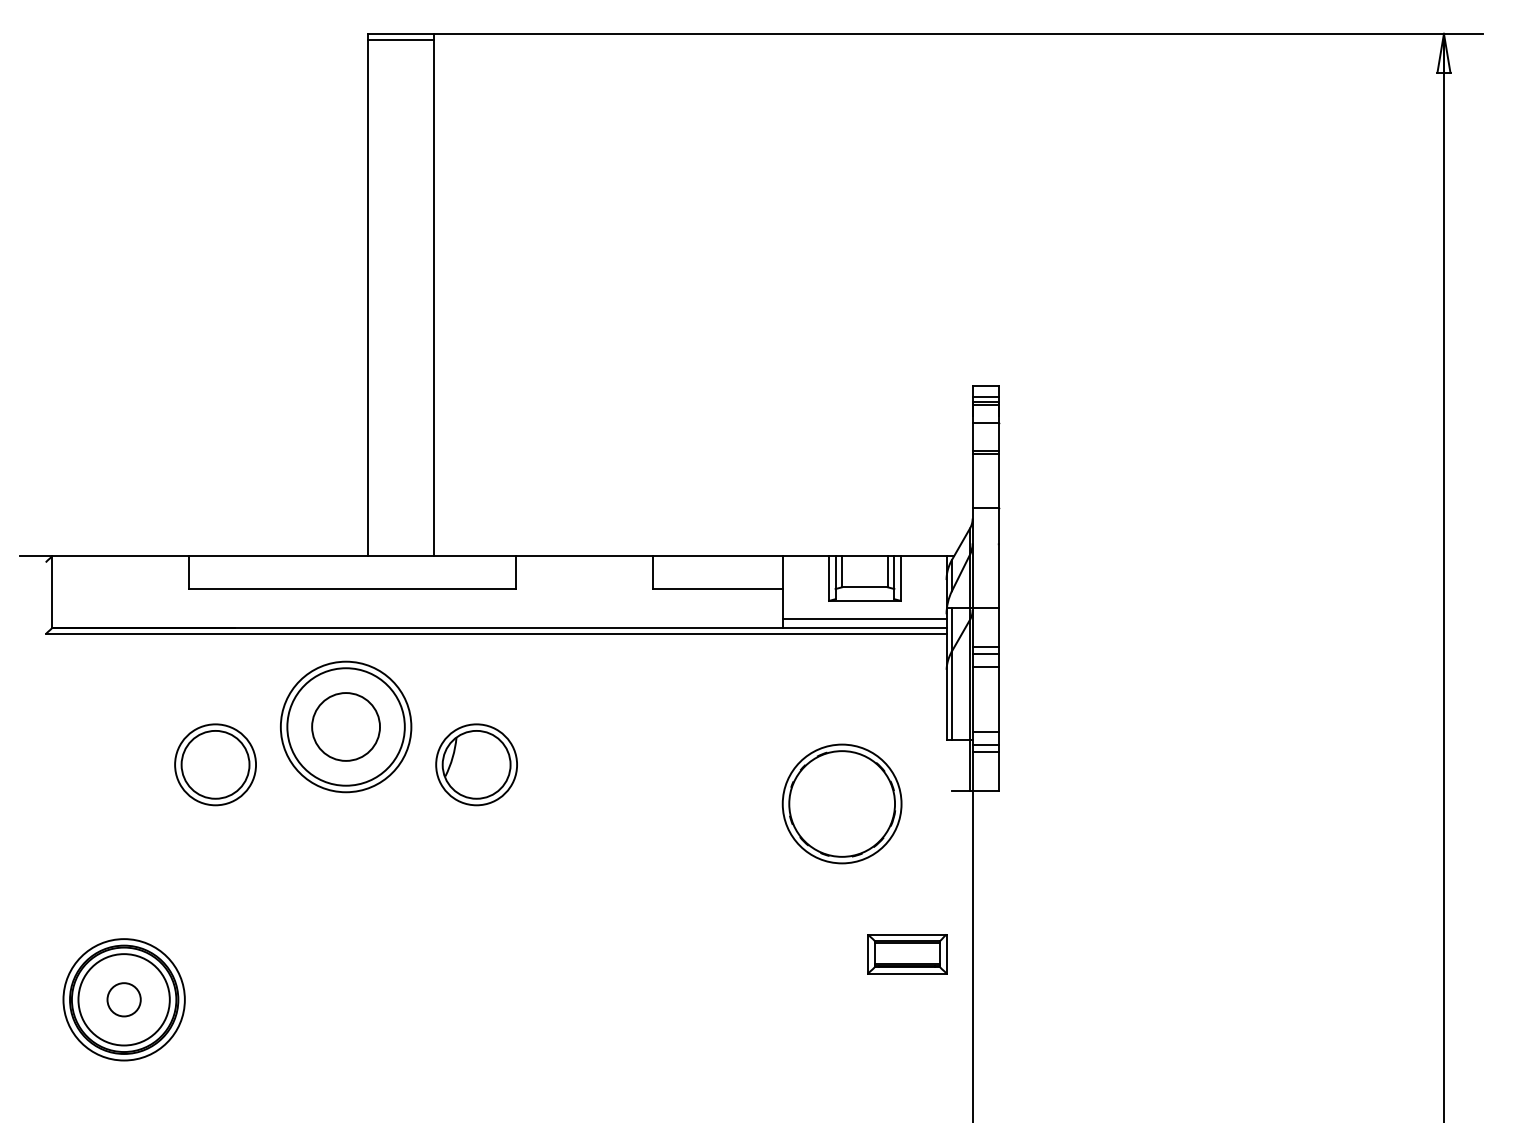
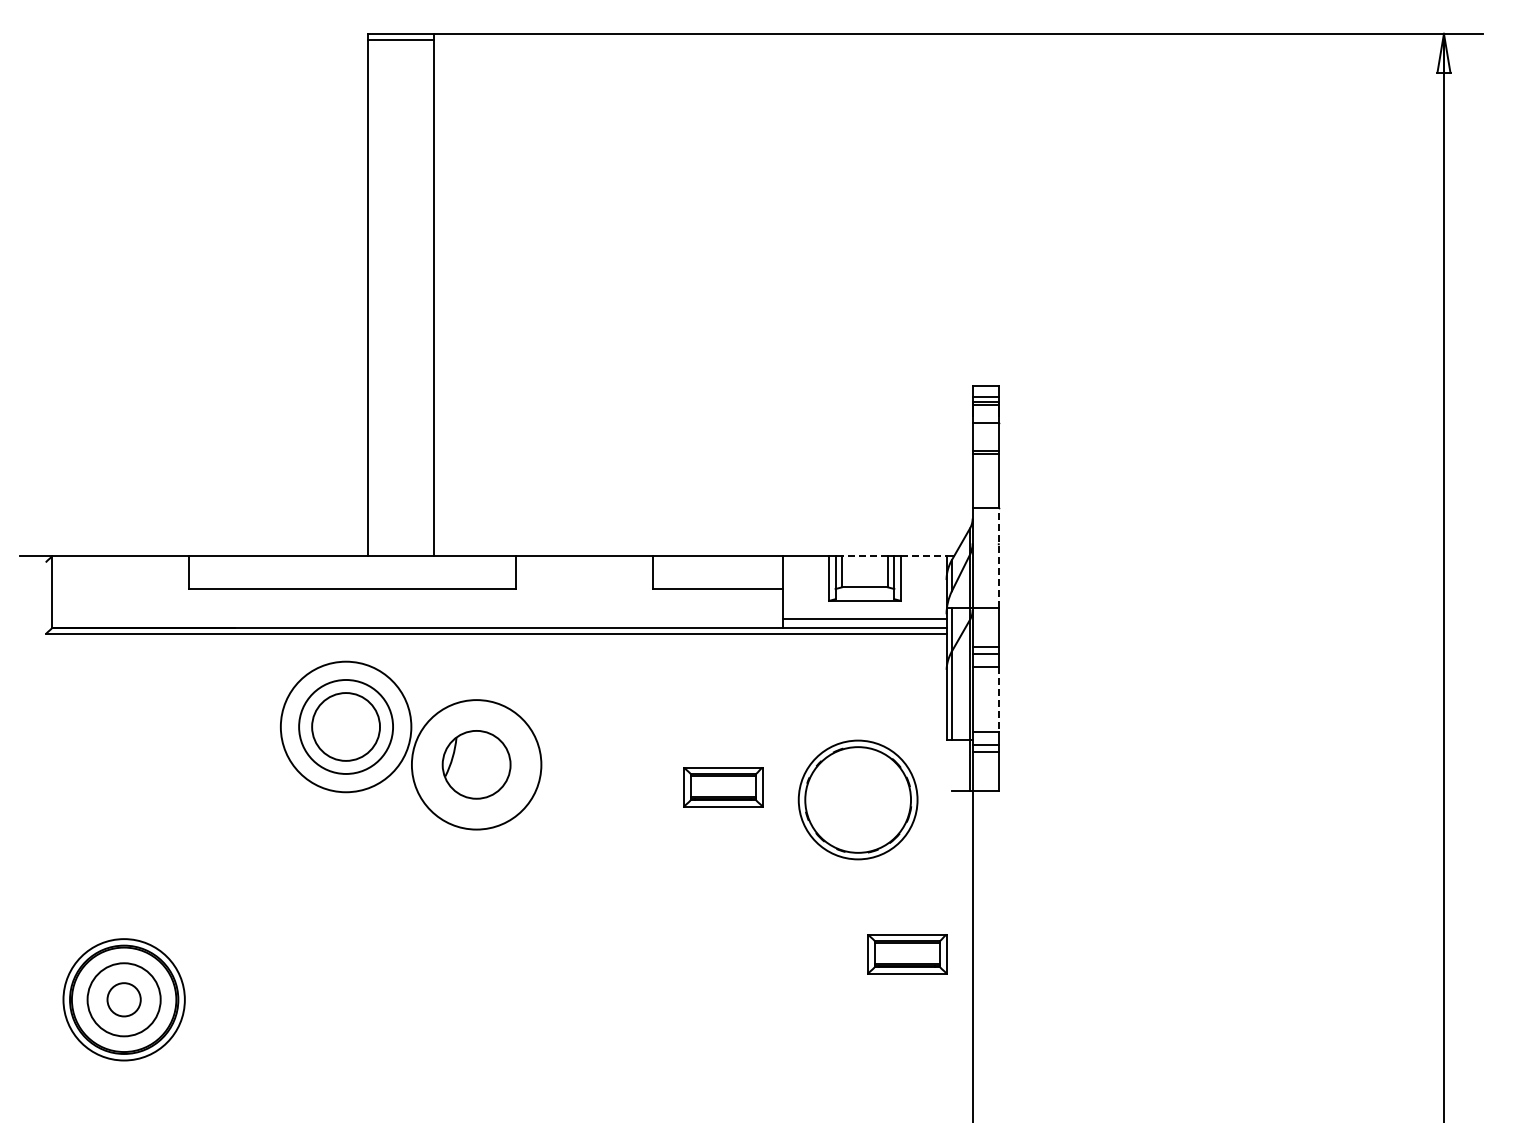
line at (864, 555): solid -> dashed
line at (923, 555): solid -> dashed
line at (998, 557): solid -> dashed
line at (998, 699): solid -> dashed
circle at (345, 726) diameter: 117 px -> 94 px
part at (215, 764): present -> none
circle at (476, 764) diameter: 81 px -> 129 px
part at (723, 787): none -> present
part at (841, 803) position: (841, 803) -> (857, 799)
circle at (123, 999) diameter: 91 px -> 73 px
